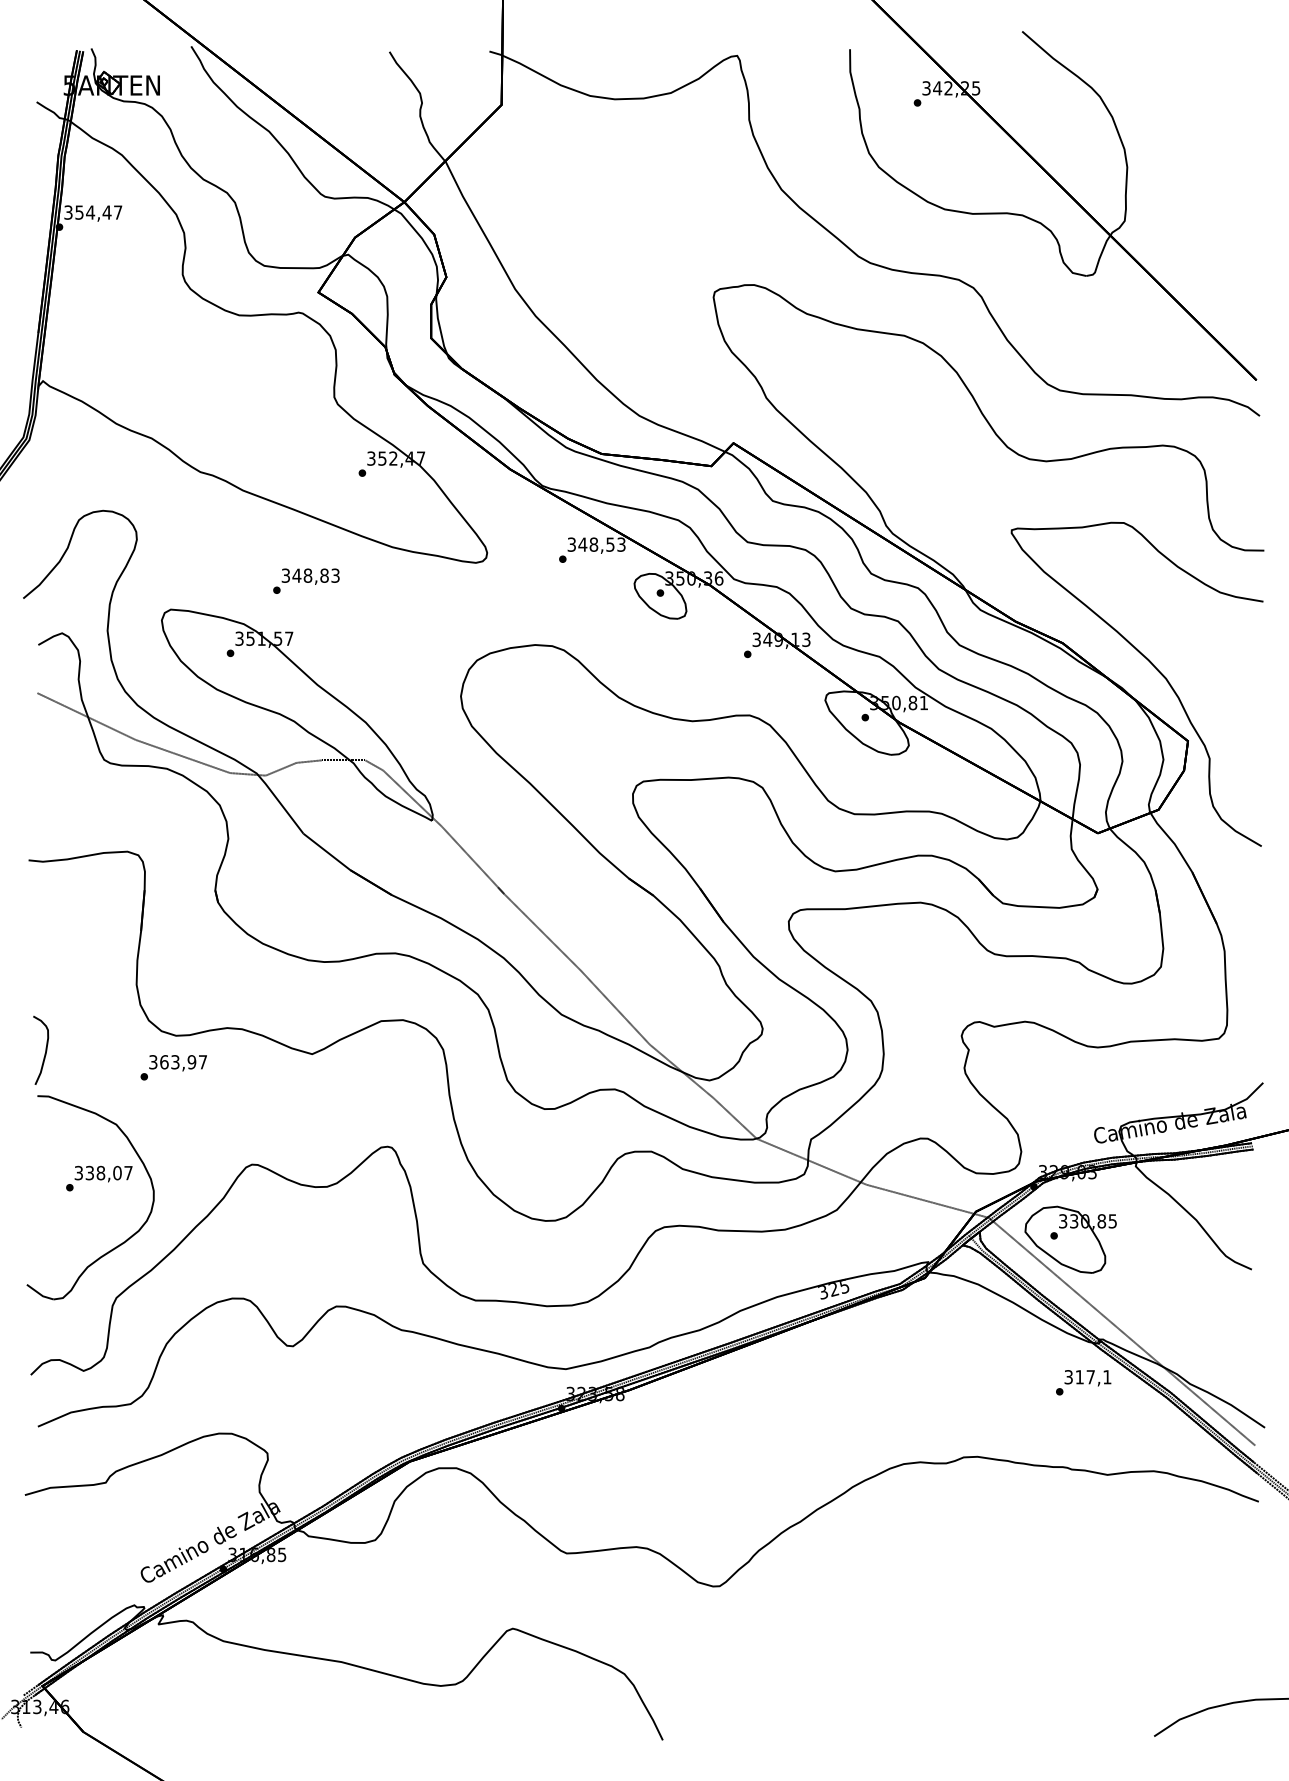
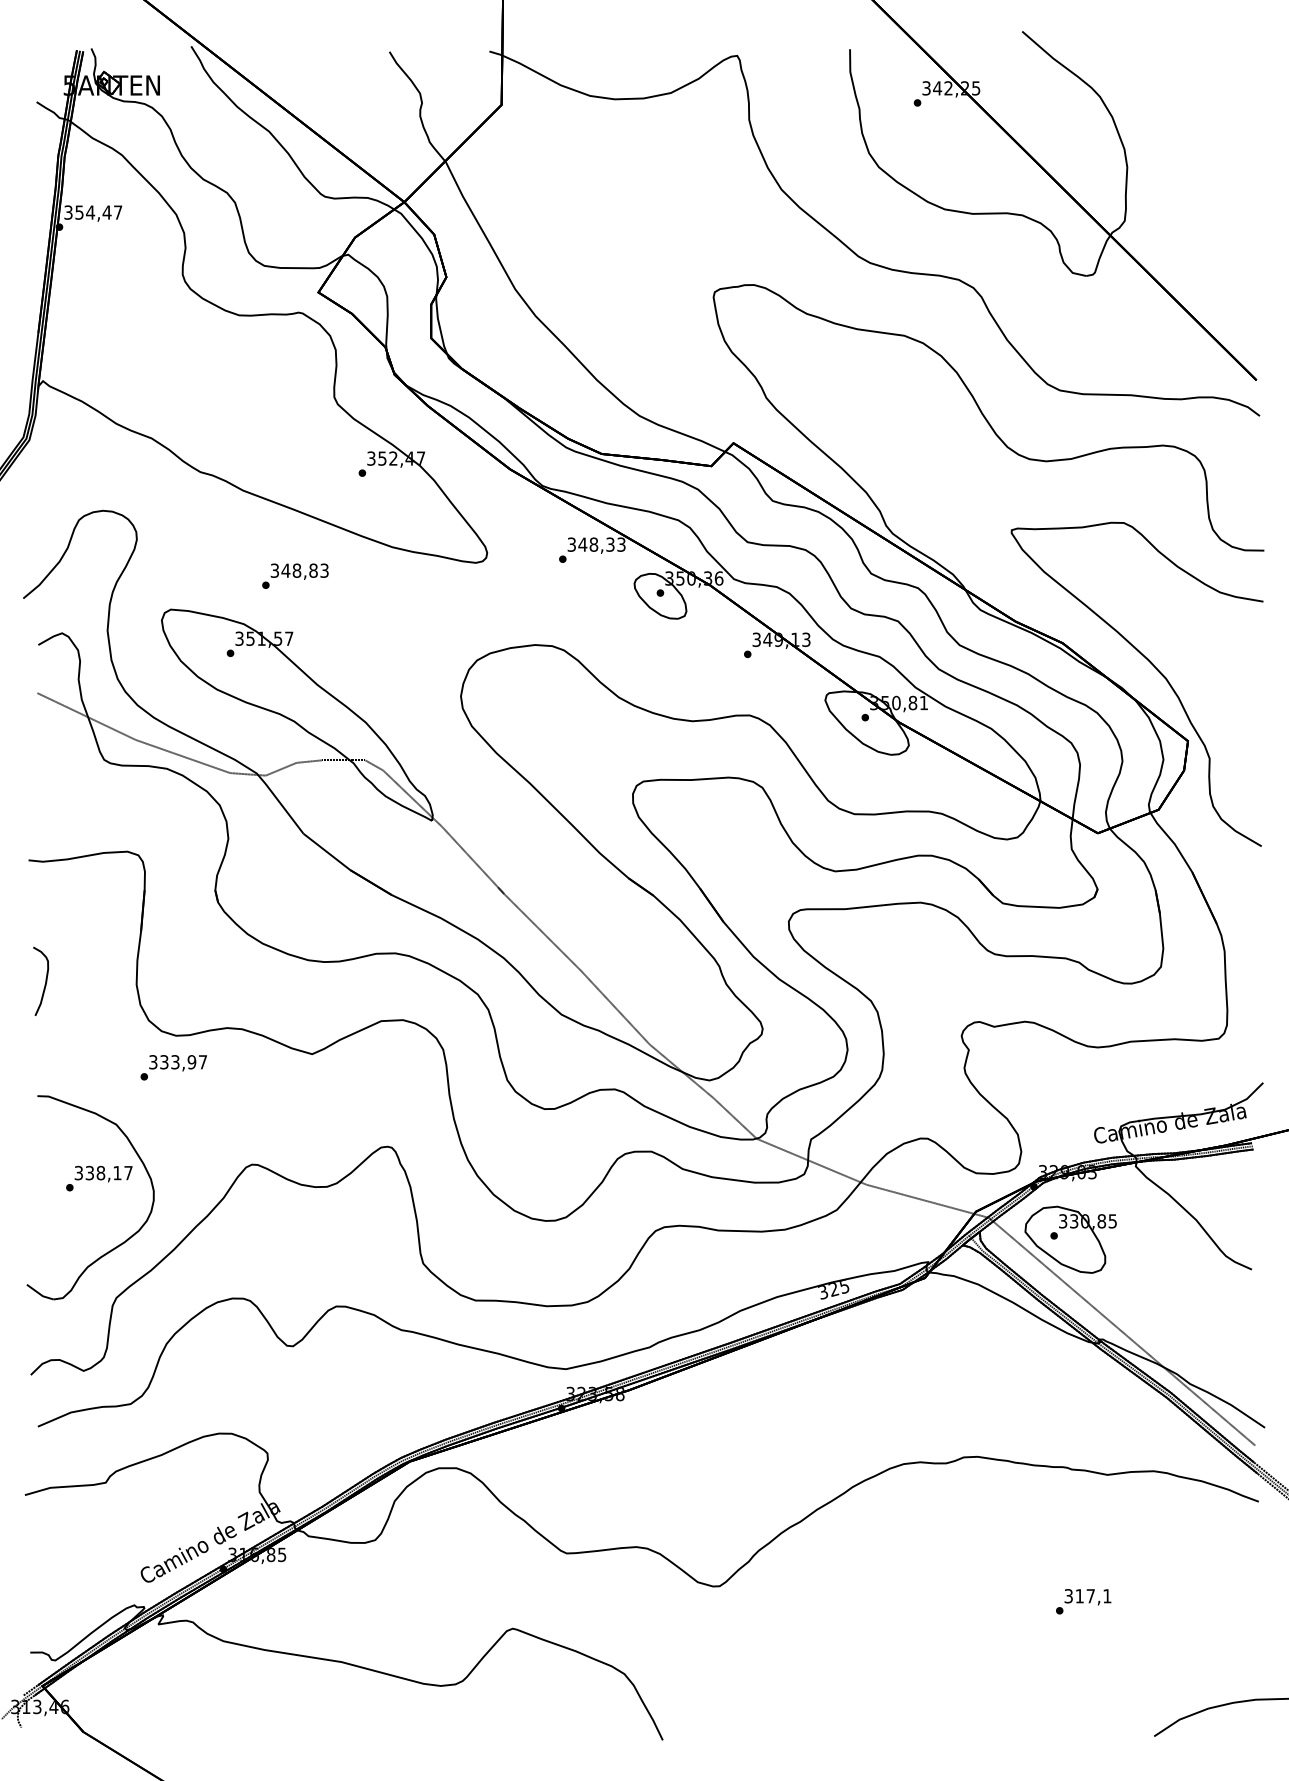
text at (610, 544): 348,53 -> 348,33
text at (306, 580) position: (306, 580) -> (295, 575)
curve at (45, 1049) position: (45, 1049) -> (45, 980)
text at (164, 1062): 363,97 -> 333,97
text at (117, 1172): 338,07 -> 338,17
text at (1083, 1382) position: (1083, 1382) -> (1083, 1601)
